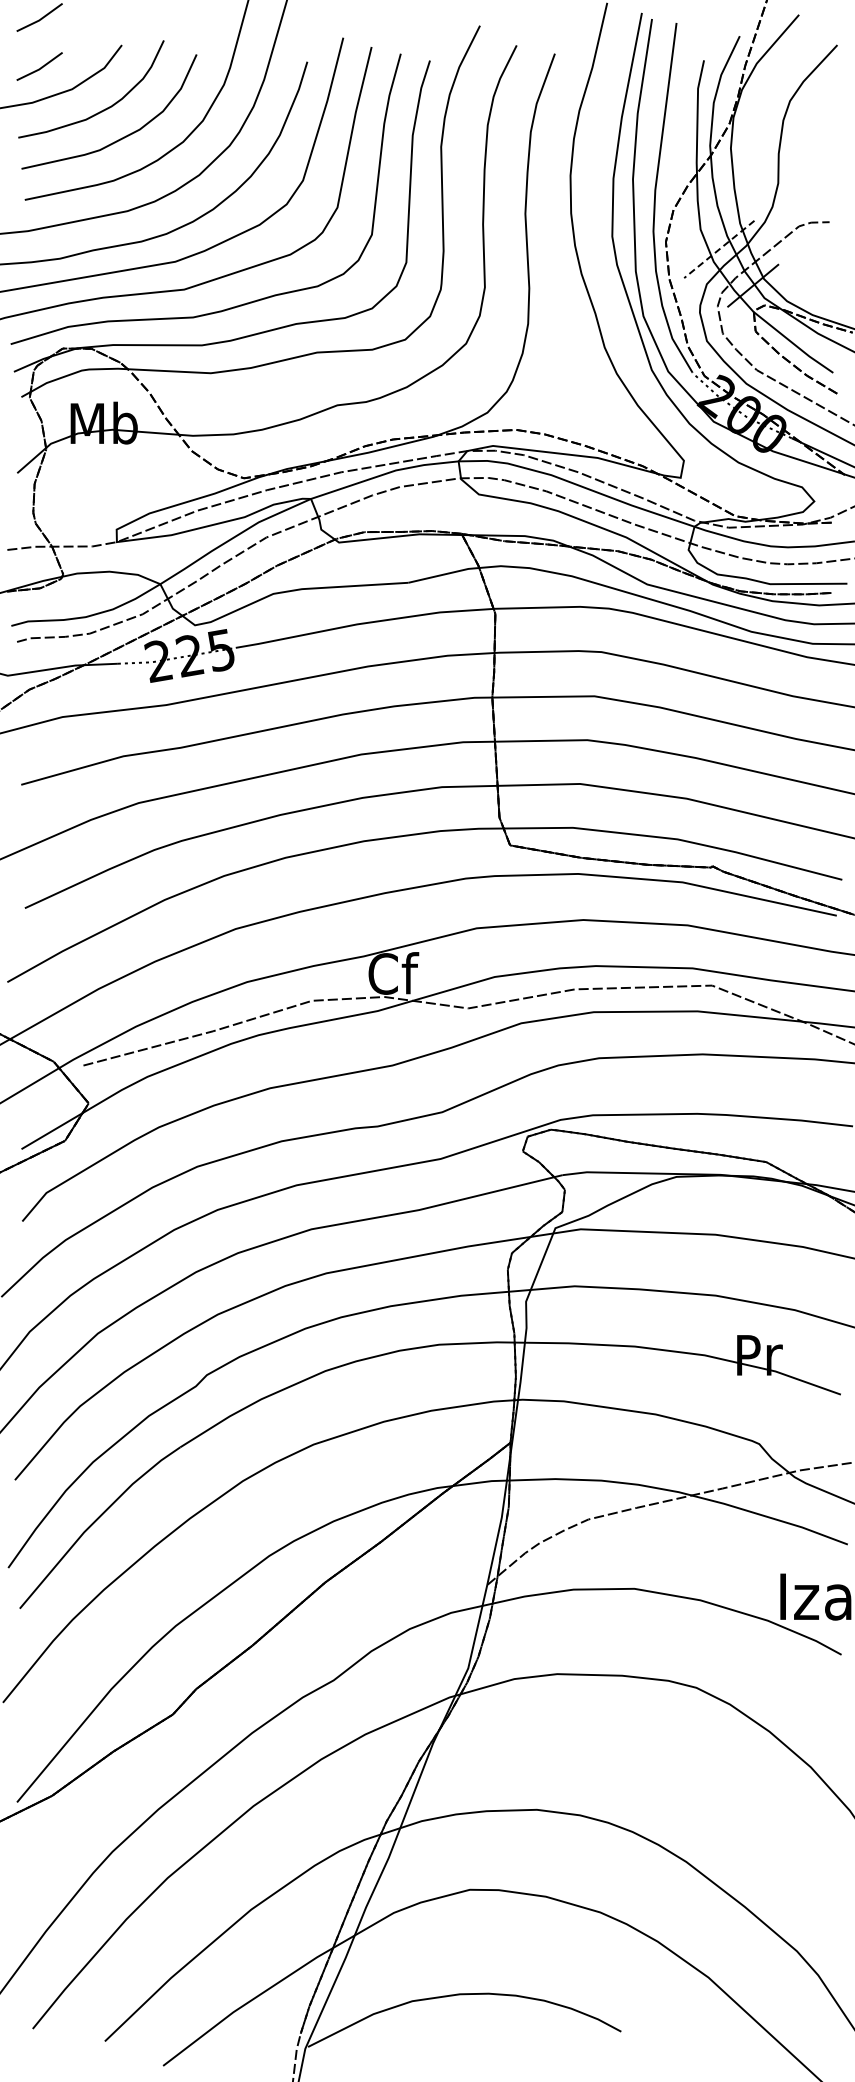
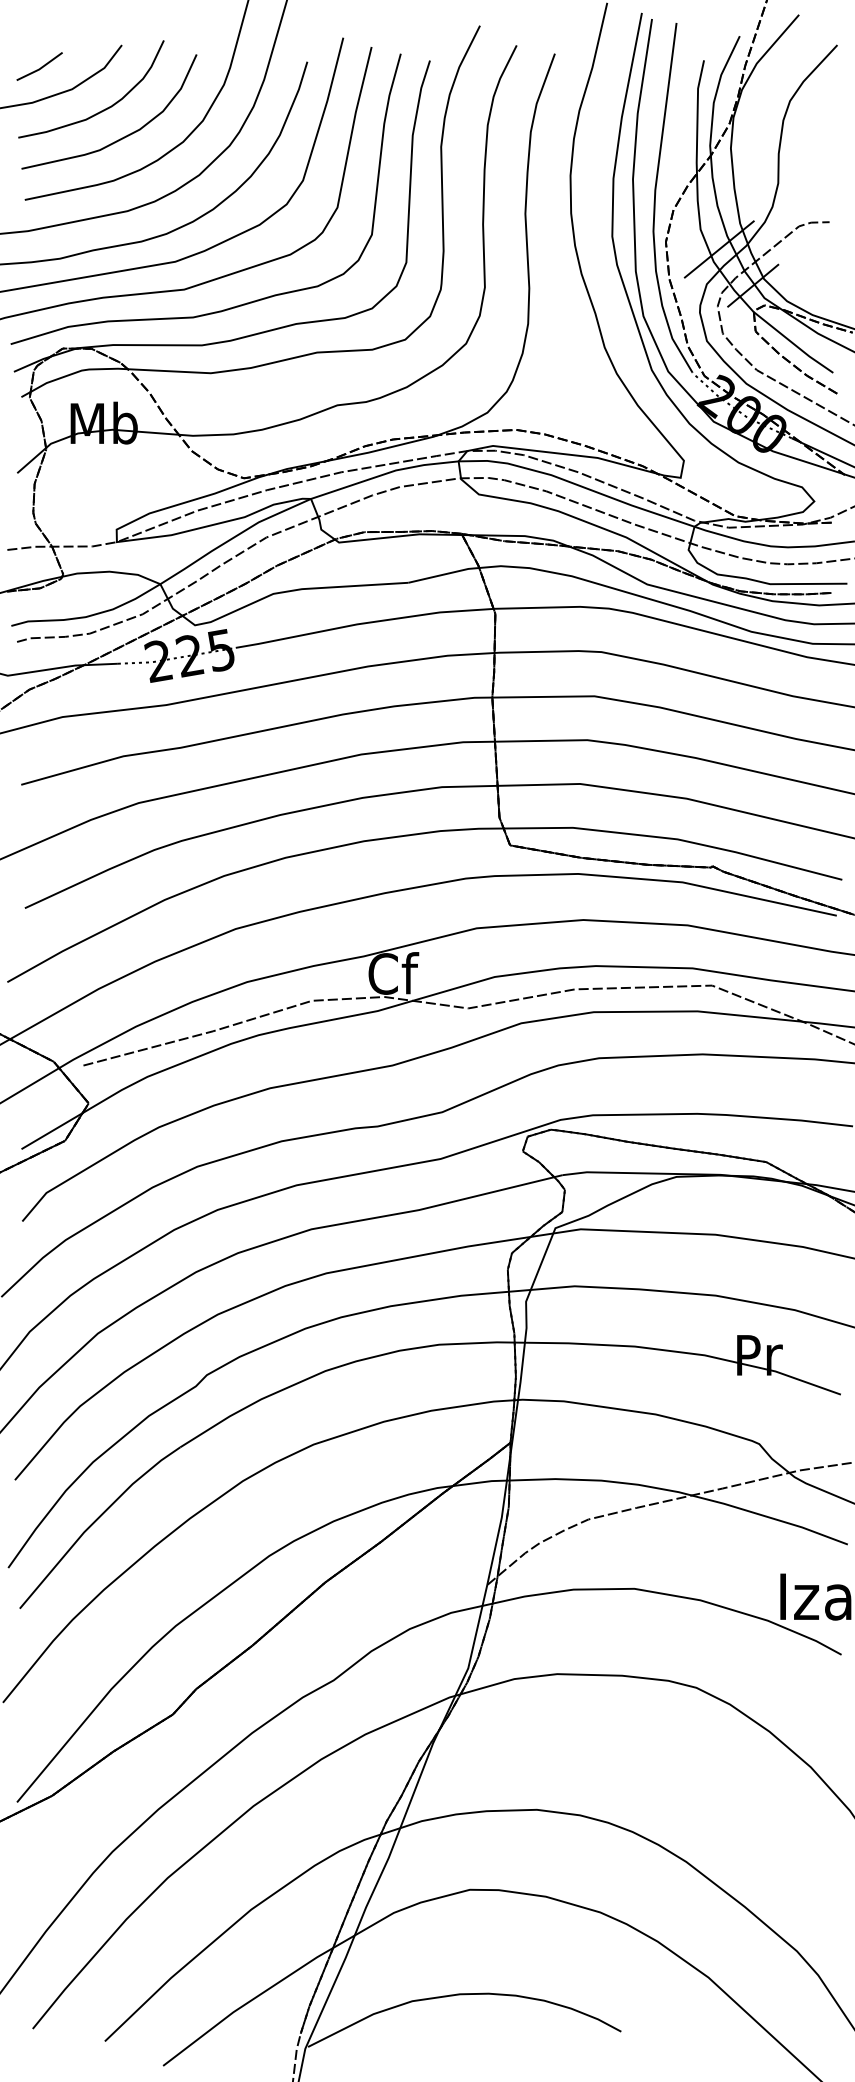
line at (40, 18): present -> none
line at (718, 249): dashed -> solid
